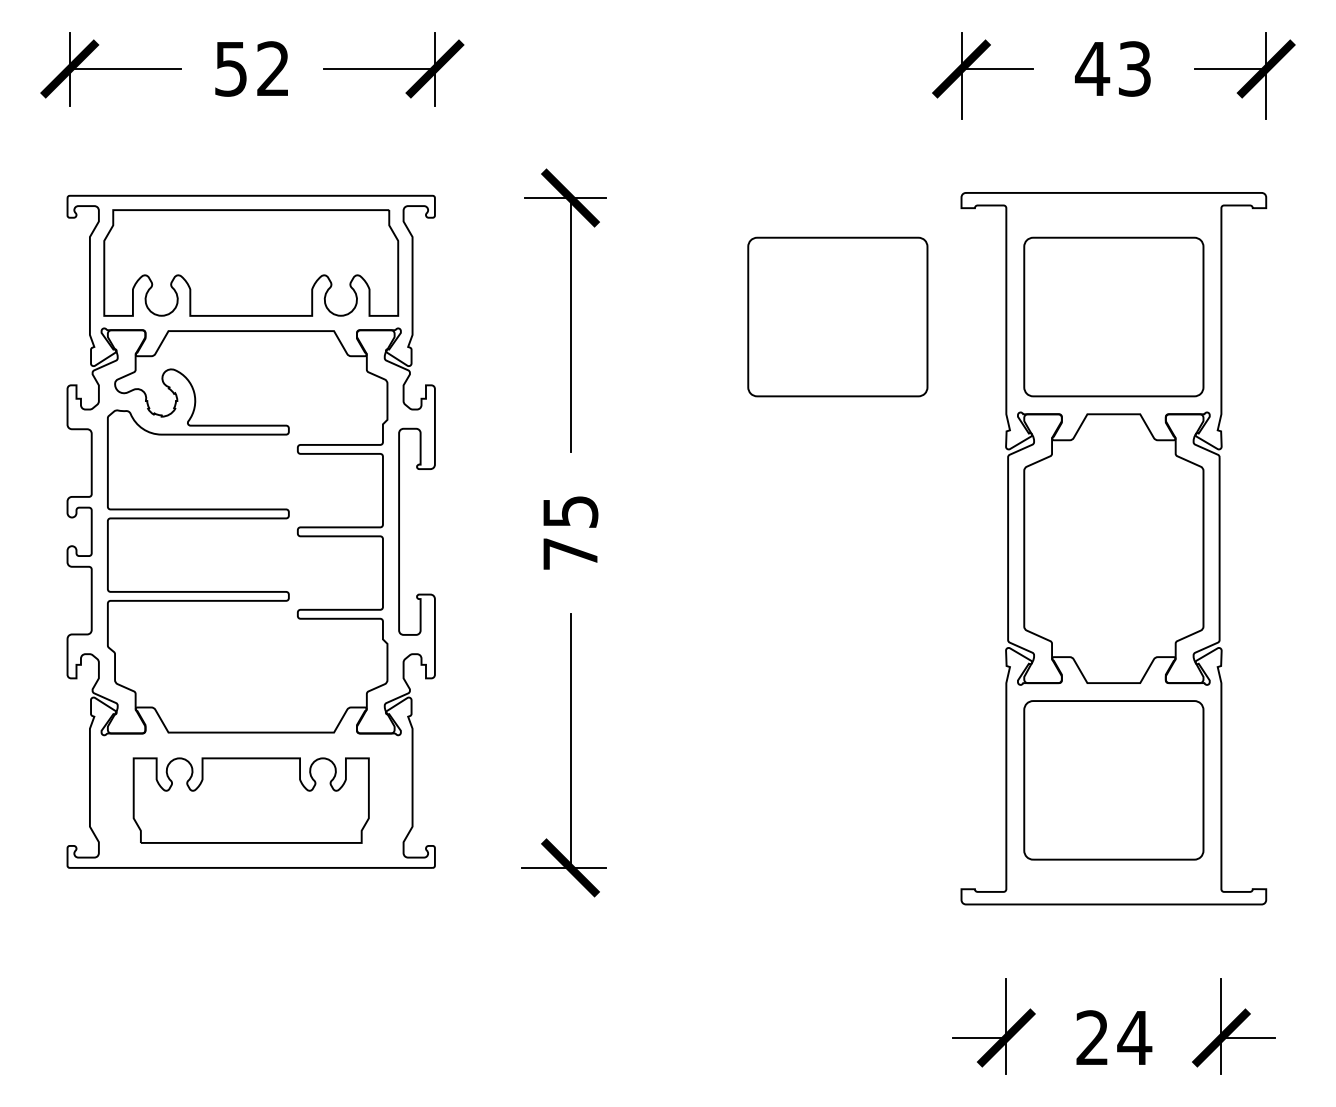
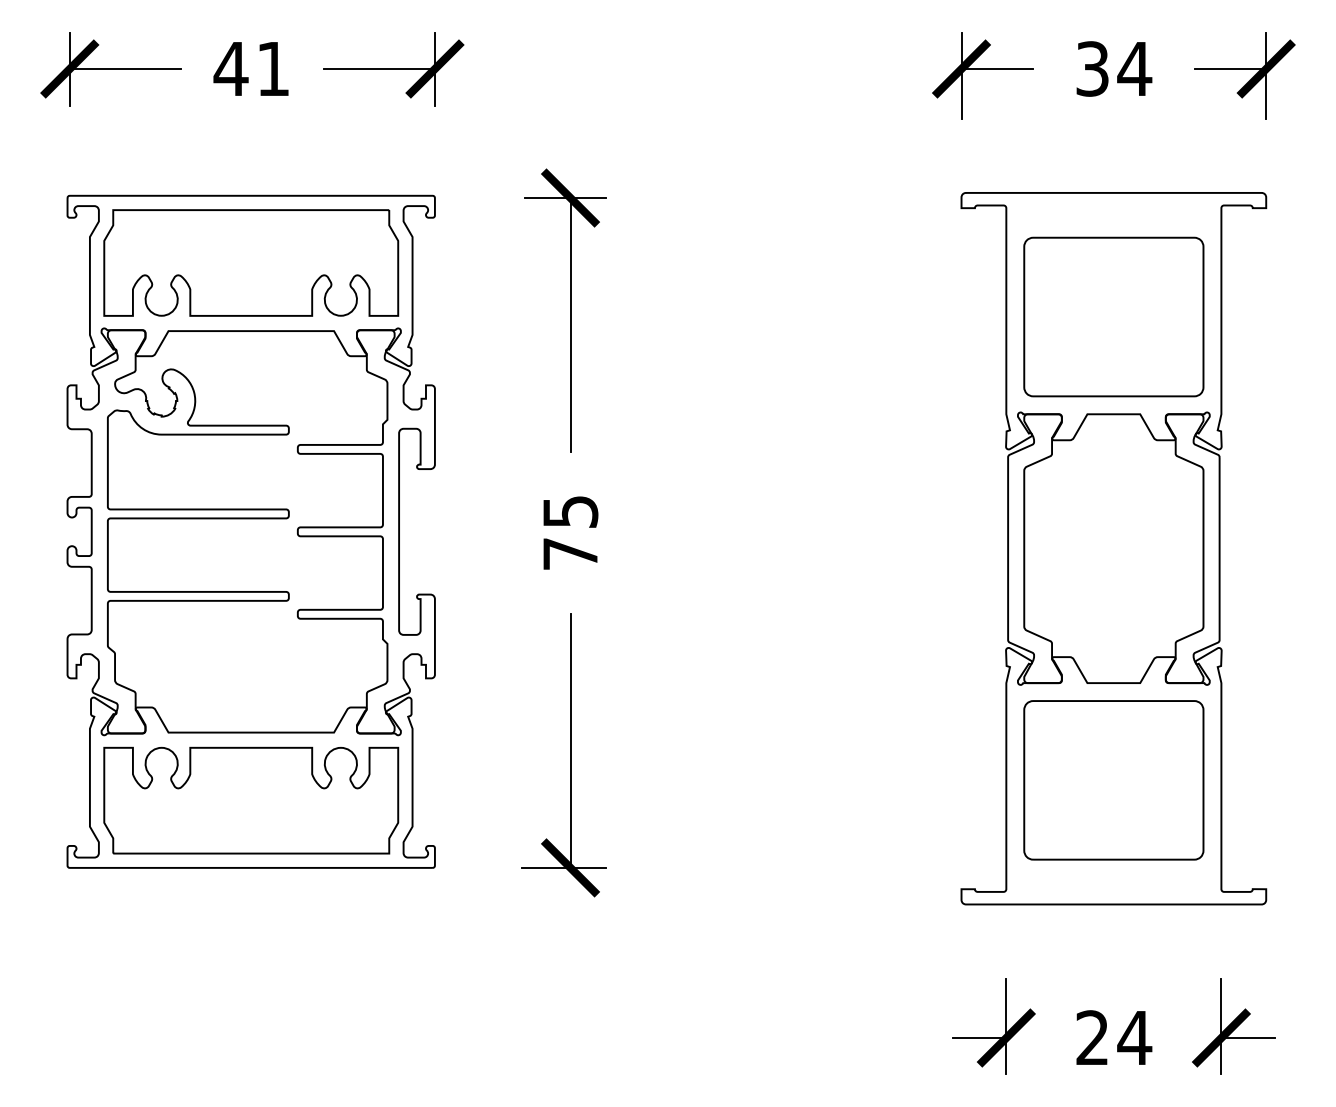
text at (250, 68): 52 -> 41
text at (1113, 68): 43 -> 34
part at (837, 316): present -> none
part at (250, 800) size: 238x87 px -> 297x109 px
